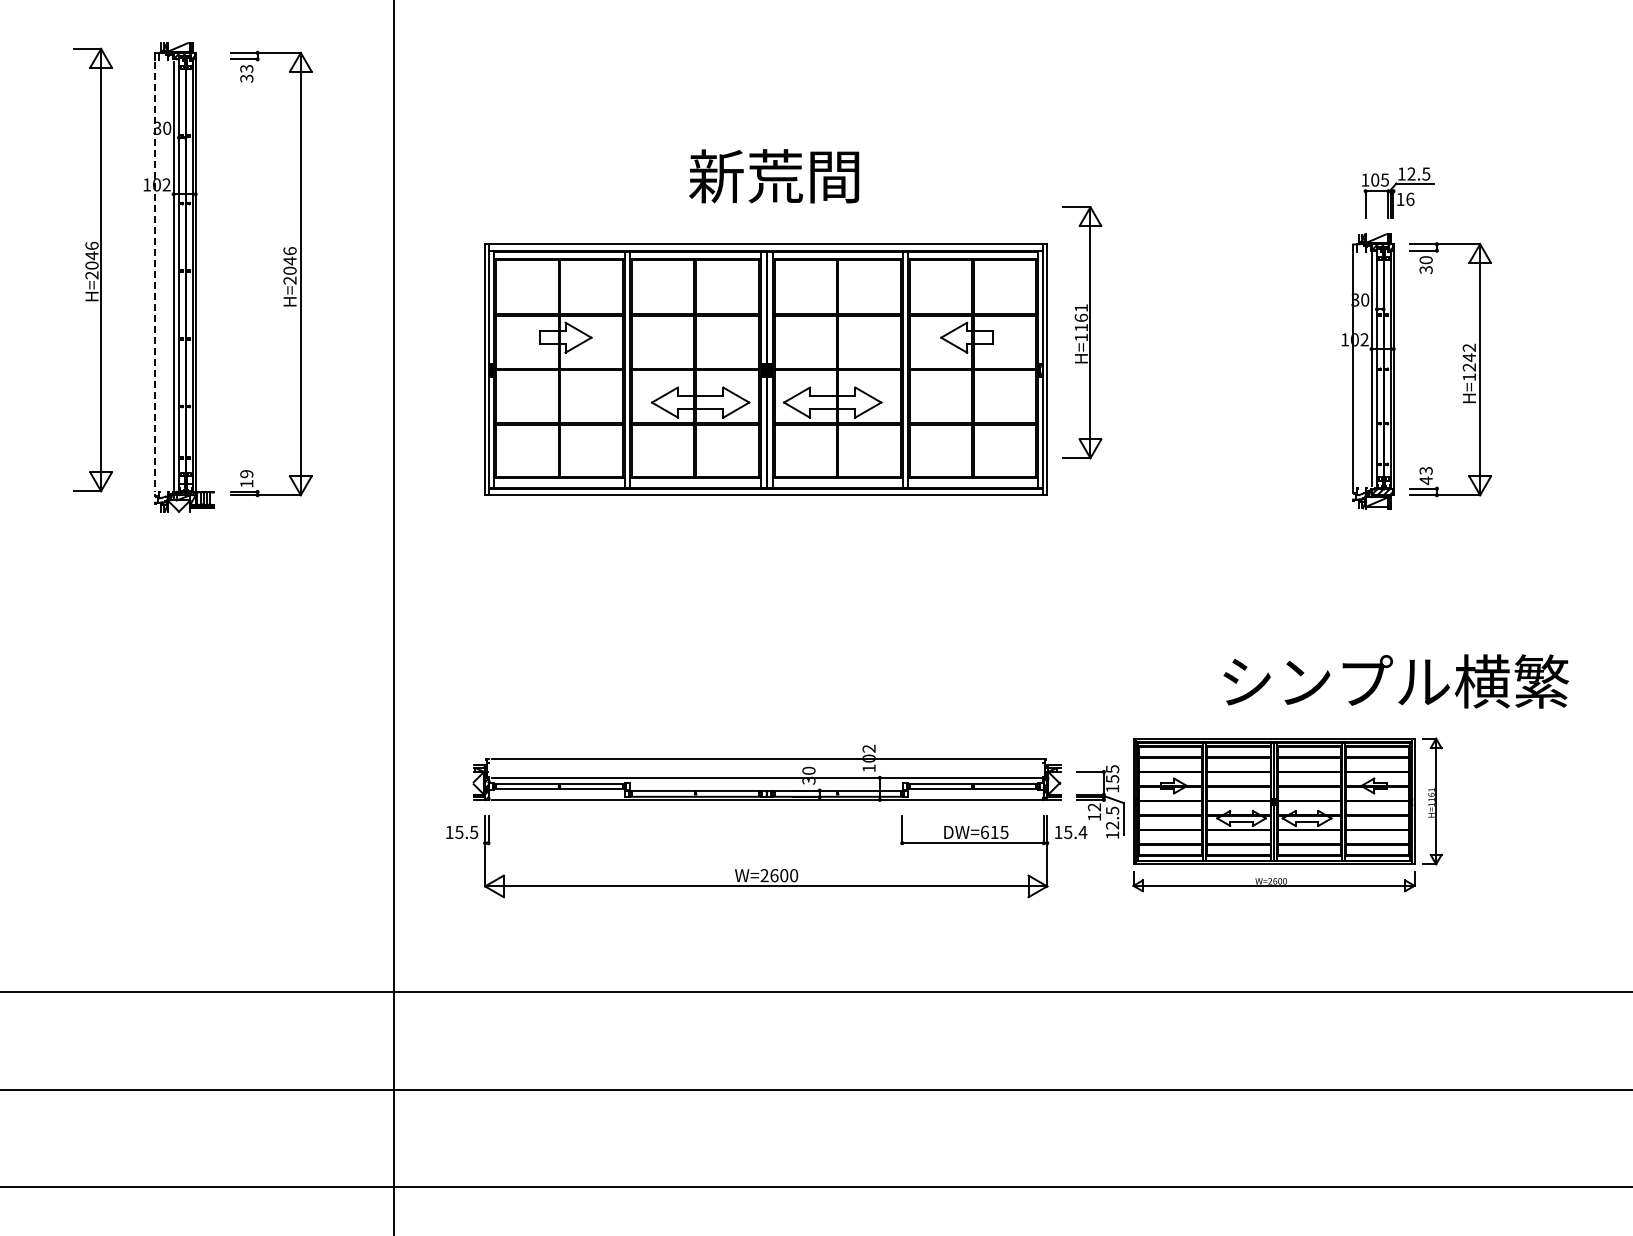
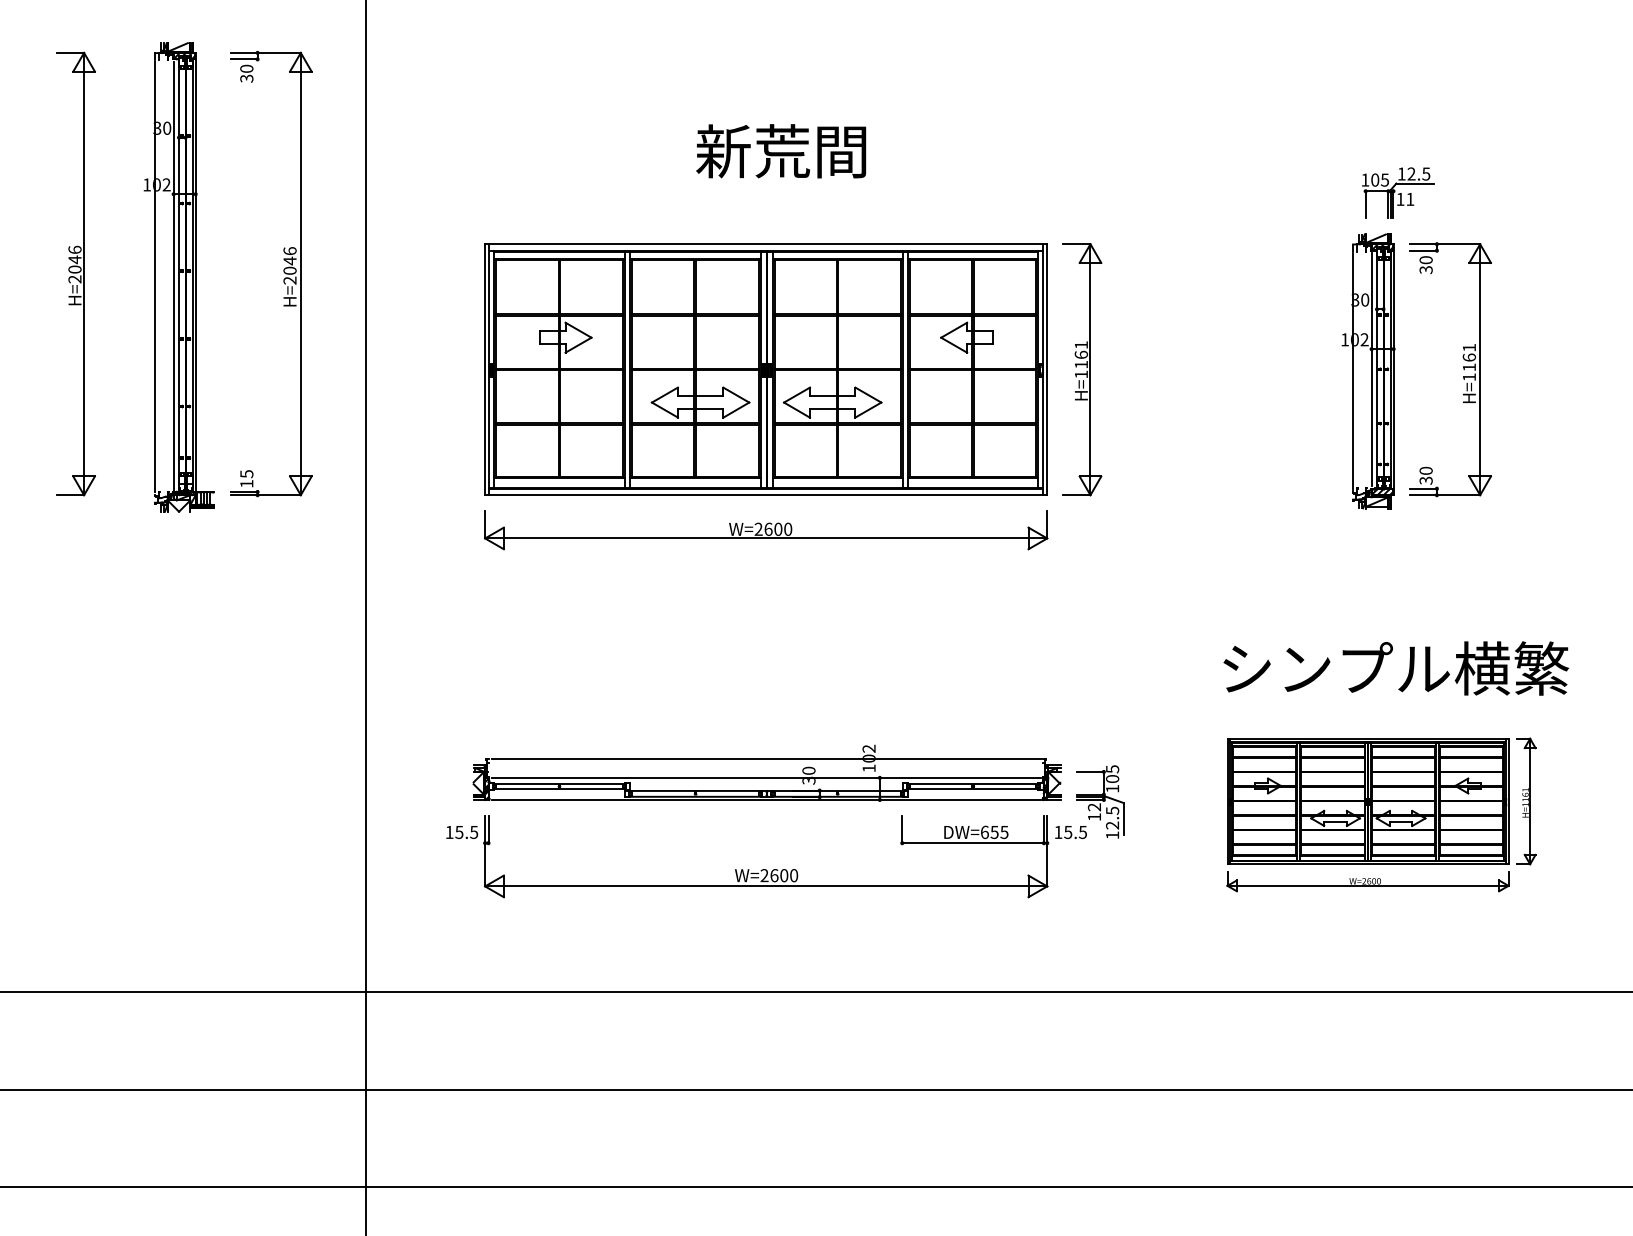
text at (246, 68): 33 -> 30
text at (774, 176) position: (774, 176) -> (781, 151)
text at (1410, 198): 16 -> 11
part at (92, 269) position: (92, 269) -> (75, 273)
line at (154, 277): dashed -> solid
part at (1082, 332) position: (1082, 332) -> (1082, 369)
text at (1469, 357): H=1242 -> H=1161
text at (246, 474): 19 -> 15
text at (1425, 475): 43 -> 30
part at (766, 530): none -> present
line at (394, 617) position: (394, 617) -> (366, 617)
text at (1396, 681) position: (1396, 681) -> (1396, 668)
text at (1112, 779): 155 -> 105
part at (1287, 814) position: (1287, 814) -> (1381, 814)
text at (994, 832): DW=615 -> DW=655
text at (1082, 832): 15.4 -> 15.5
